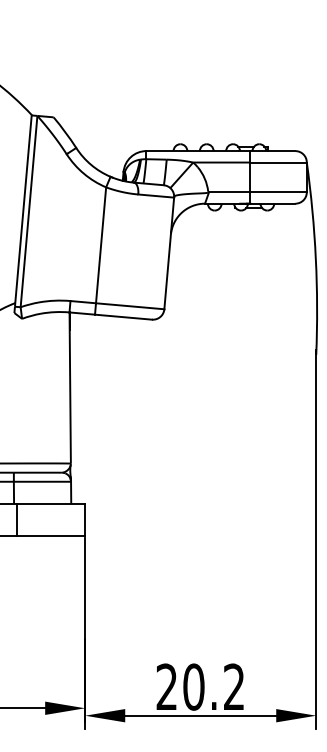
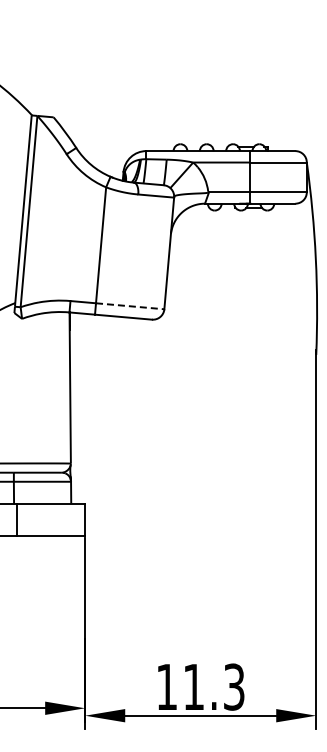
line at (130, 306): solid -> dashed
text at (200, 686): 20.2 -> 11.3
